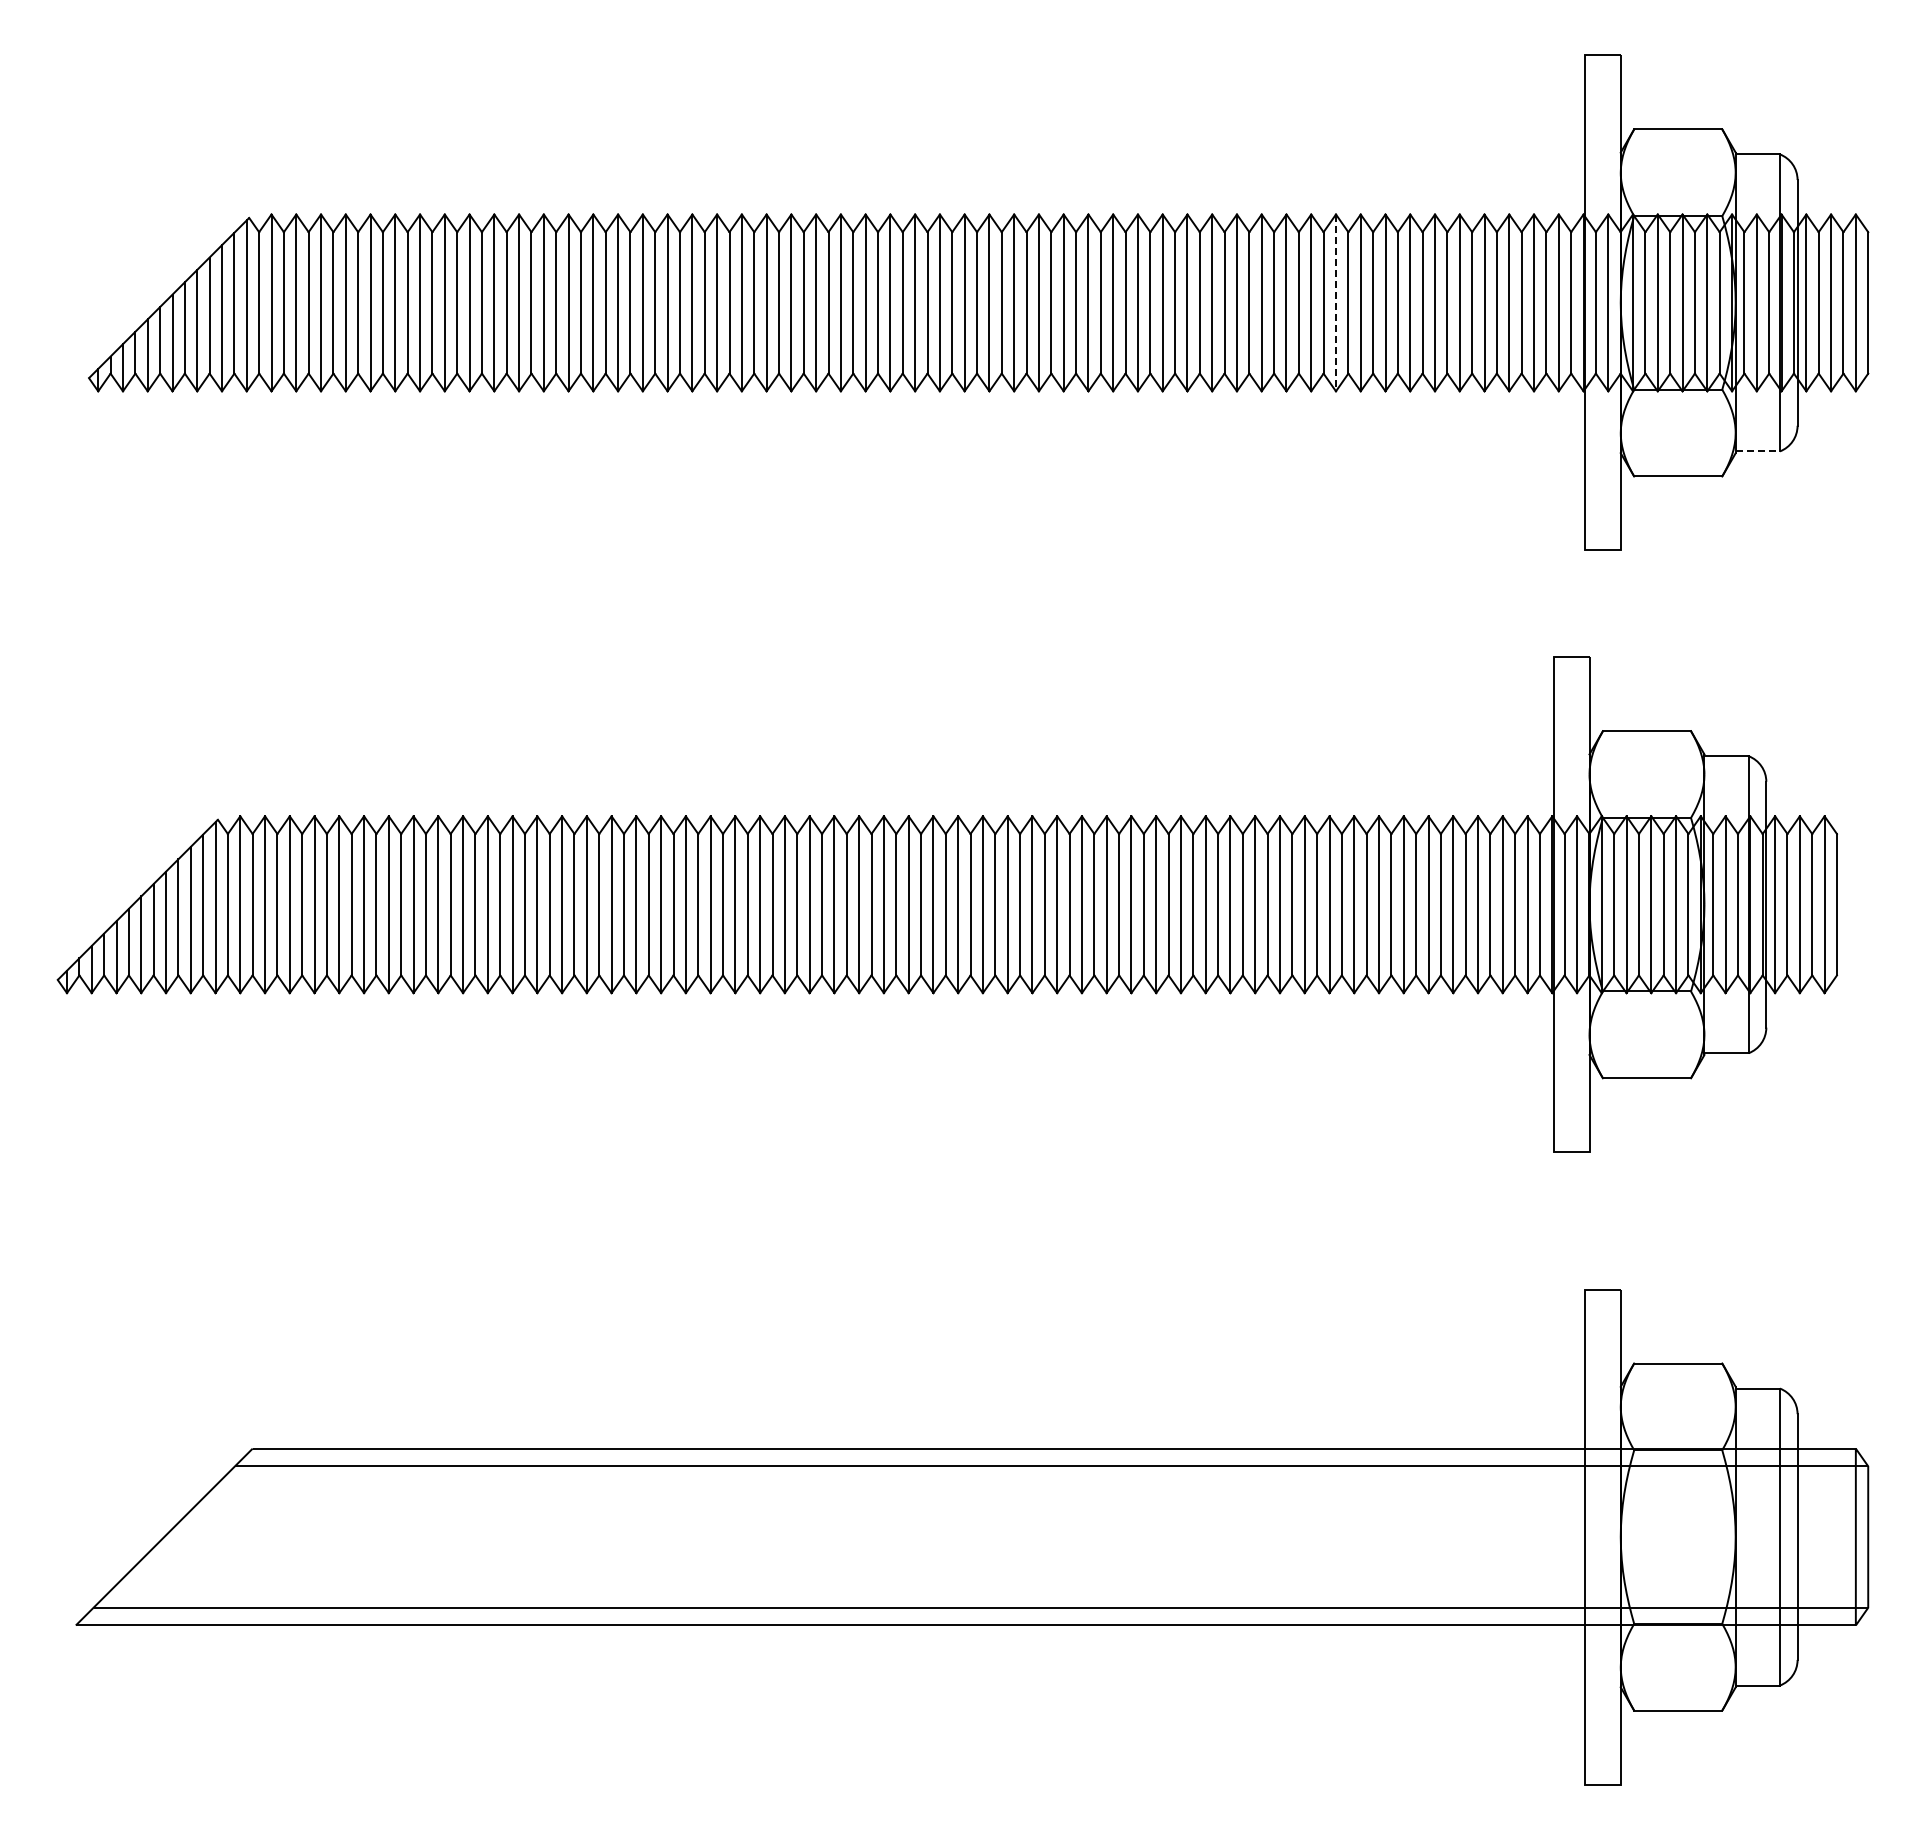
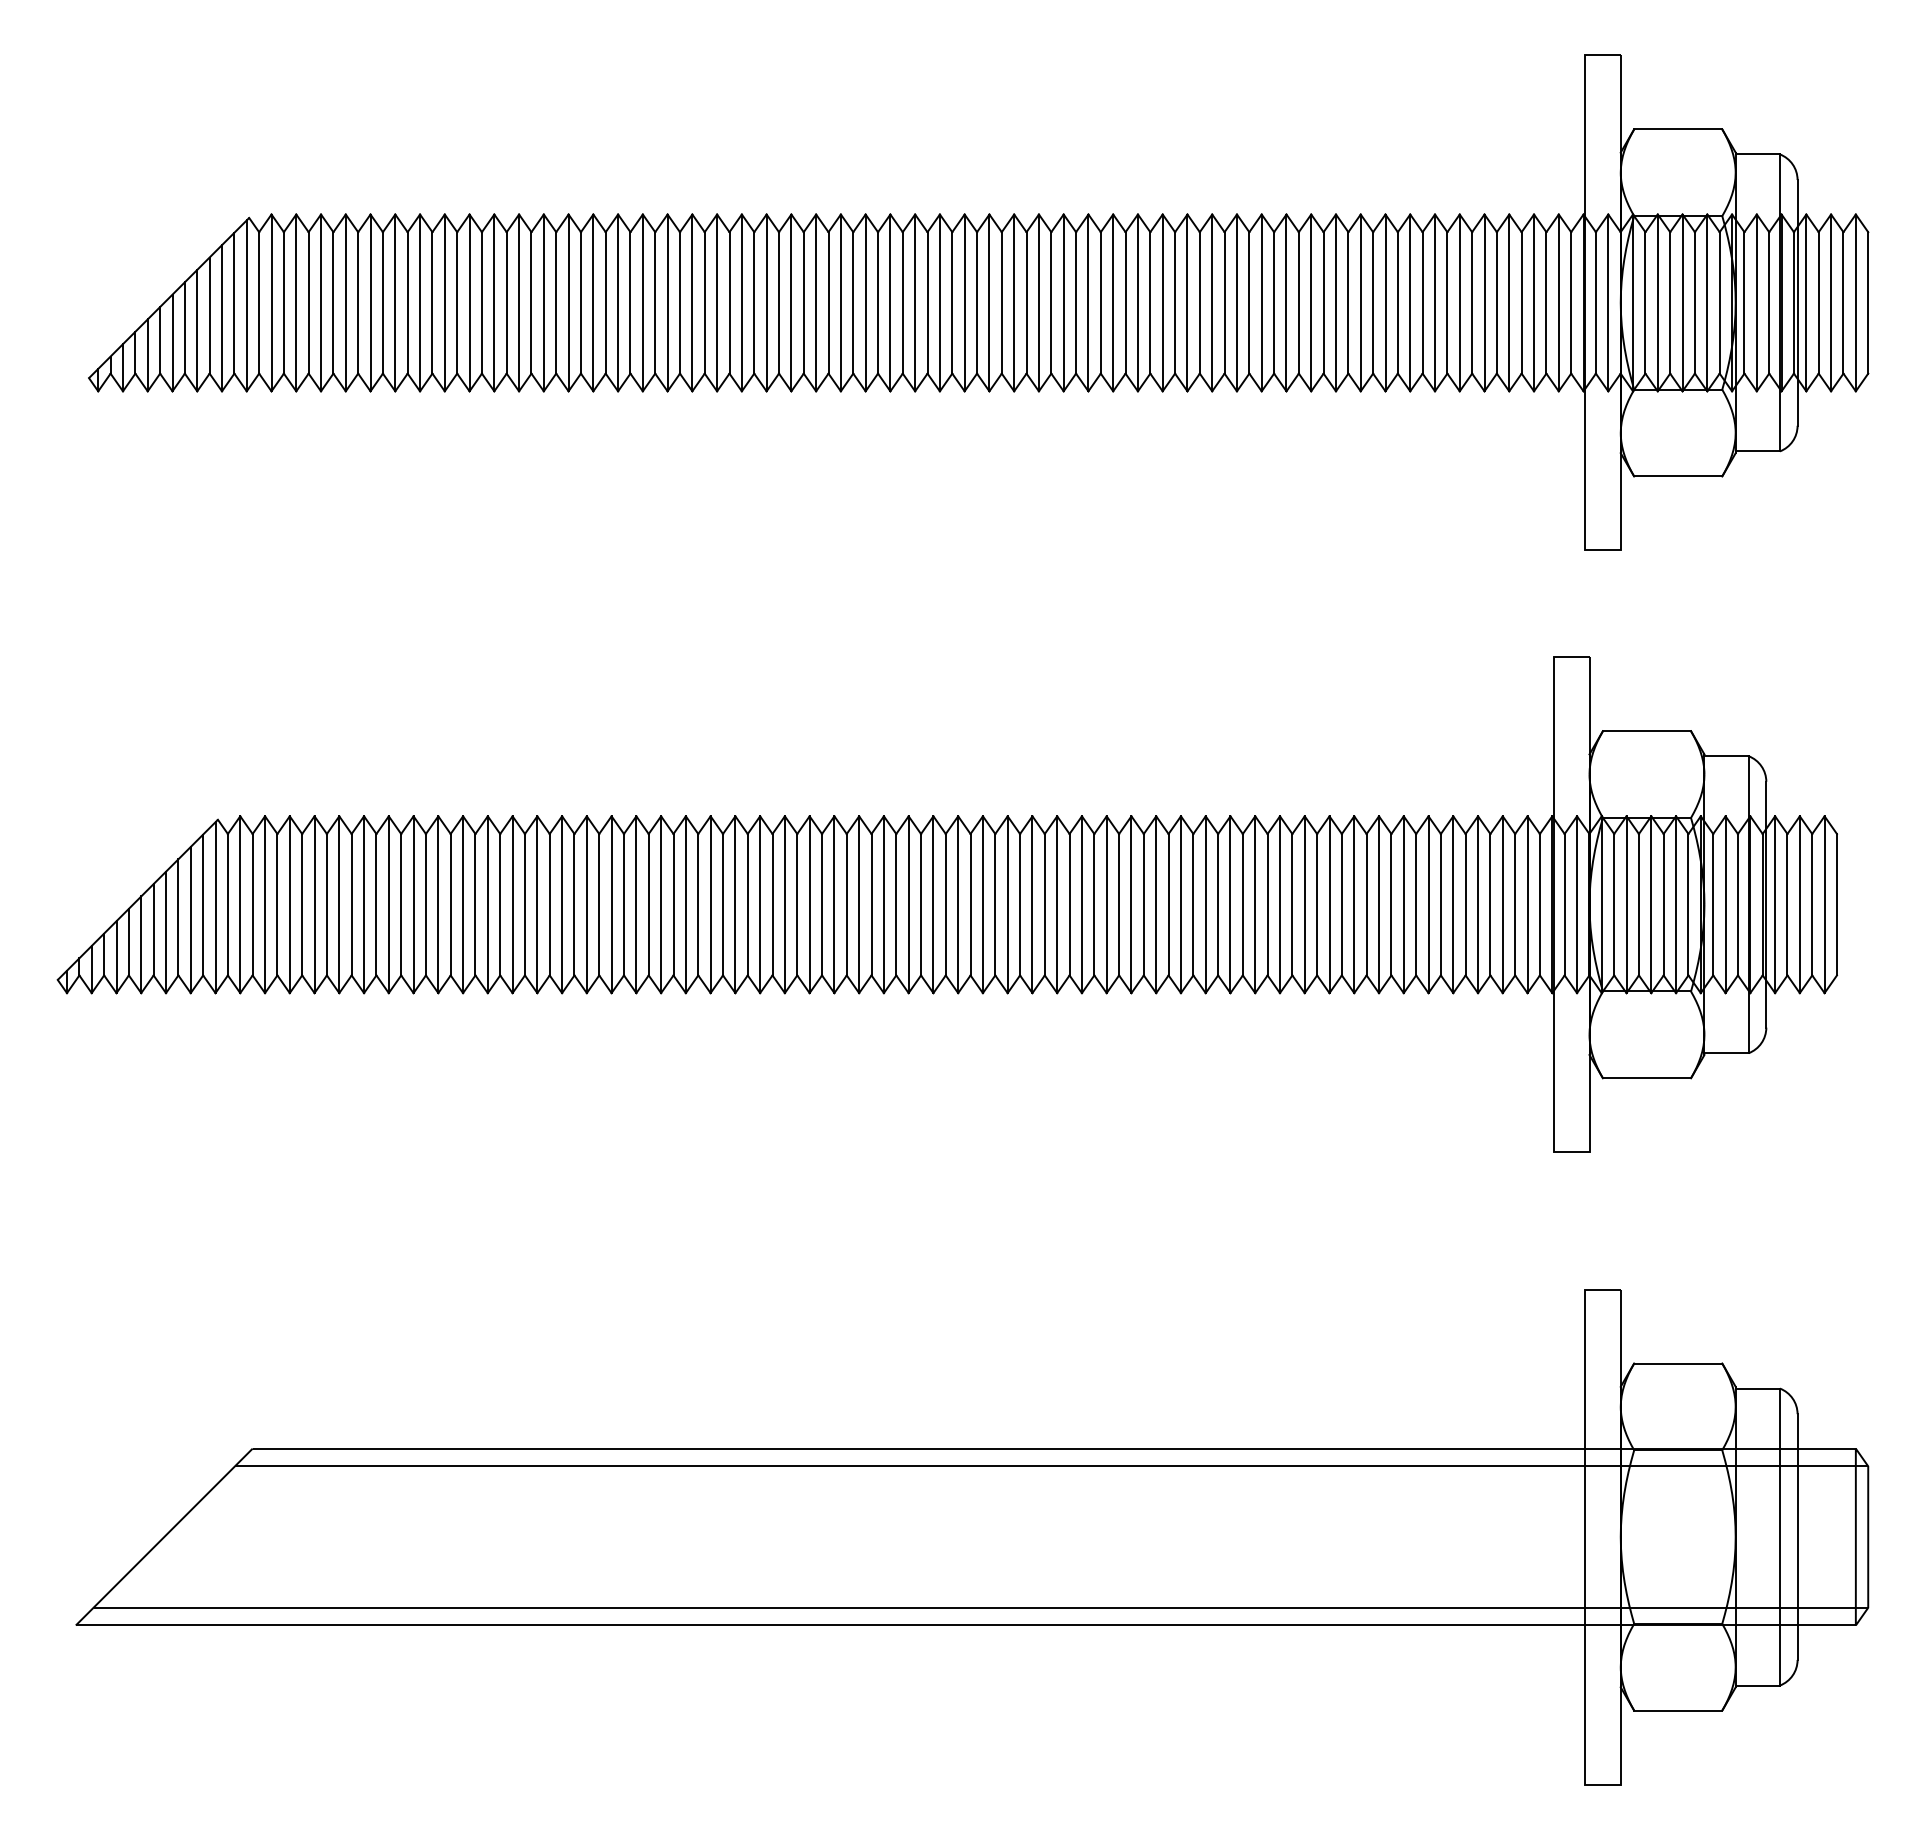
line at (1335, 303): dashed -> solid
line at (1758, 451): dashed -> solid
